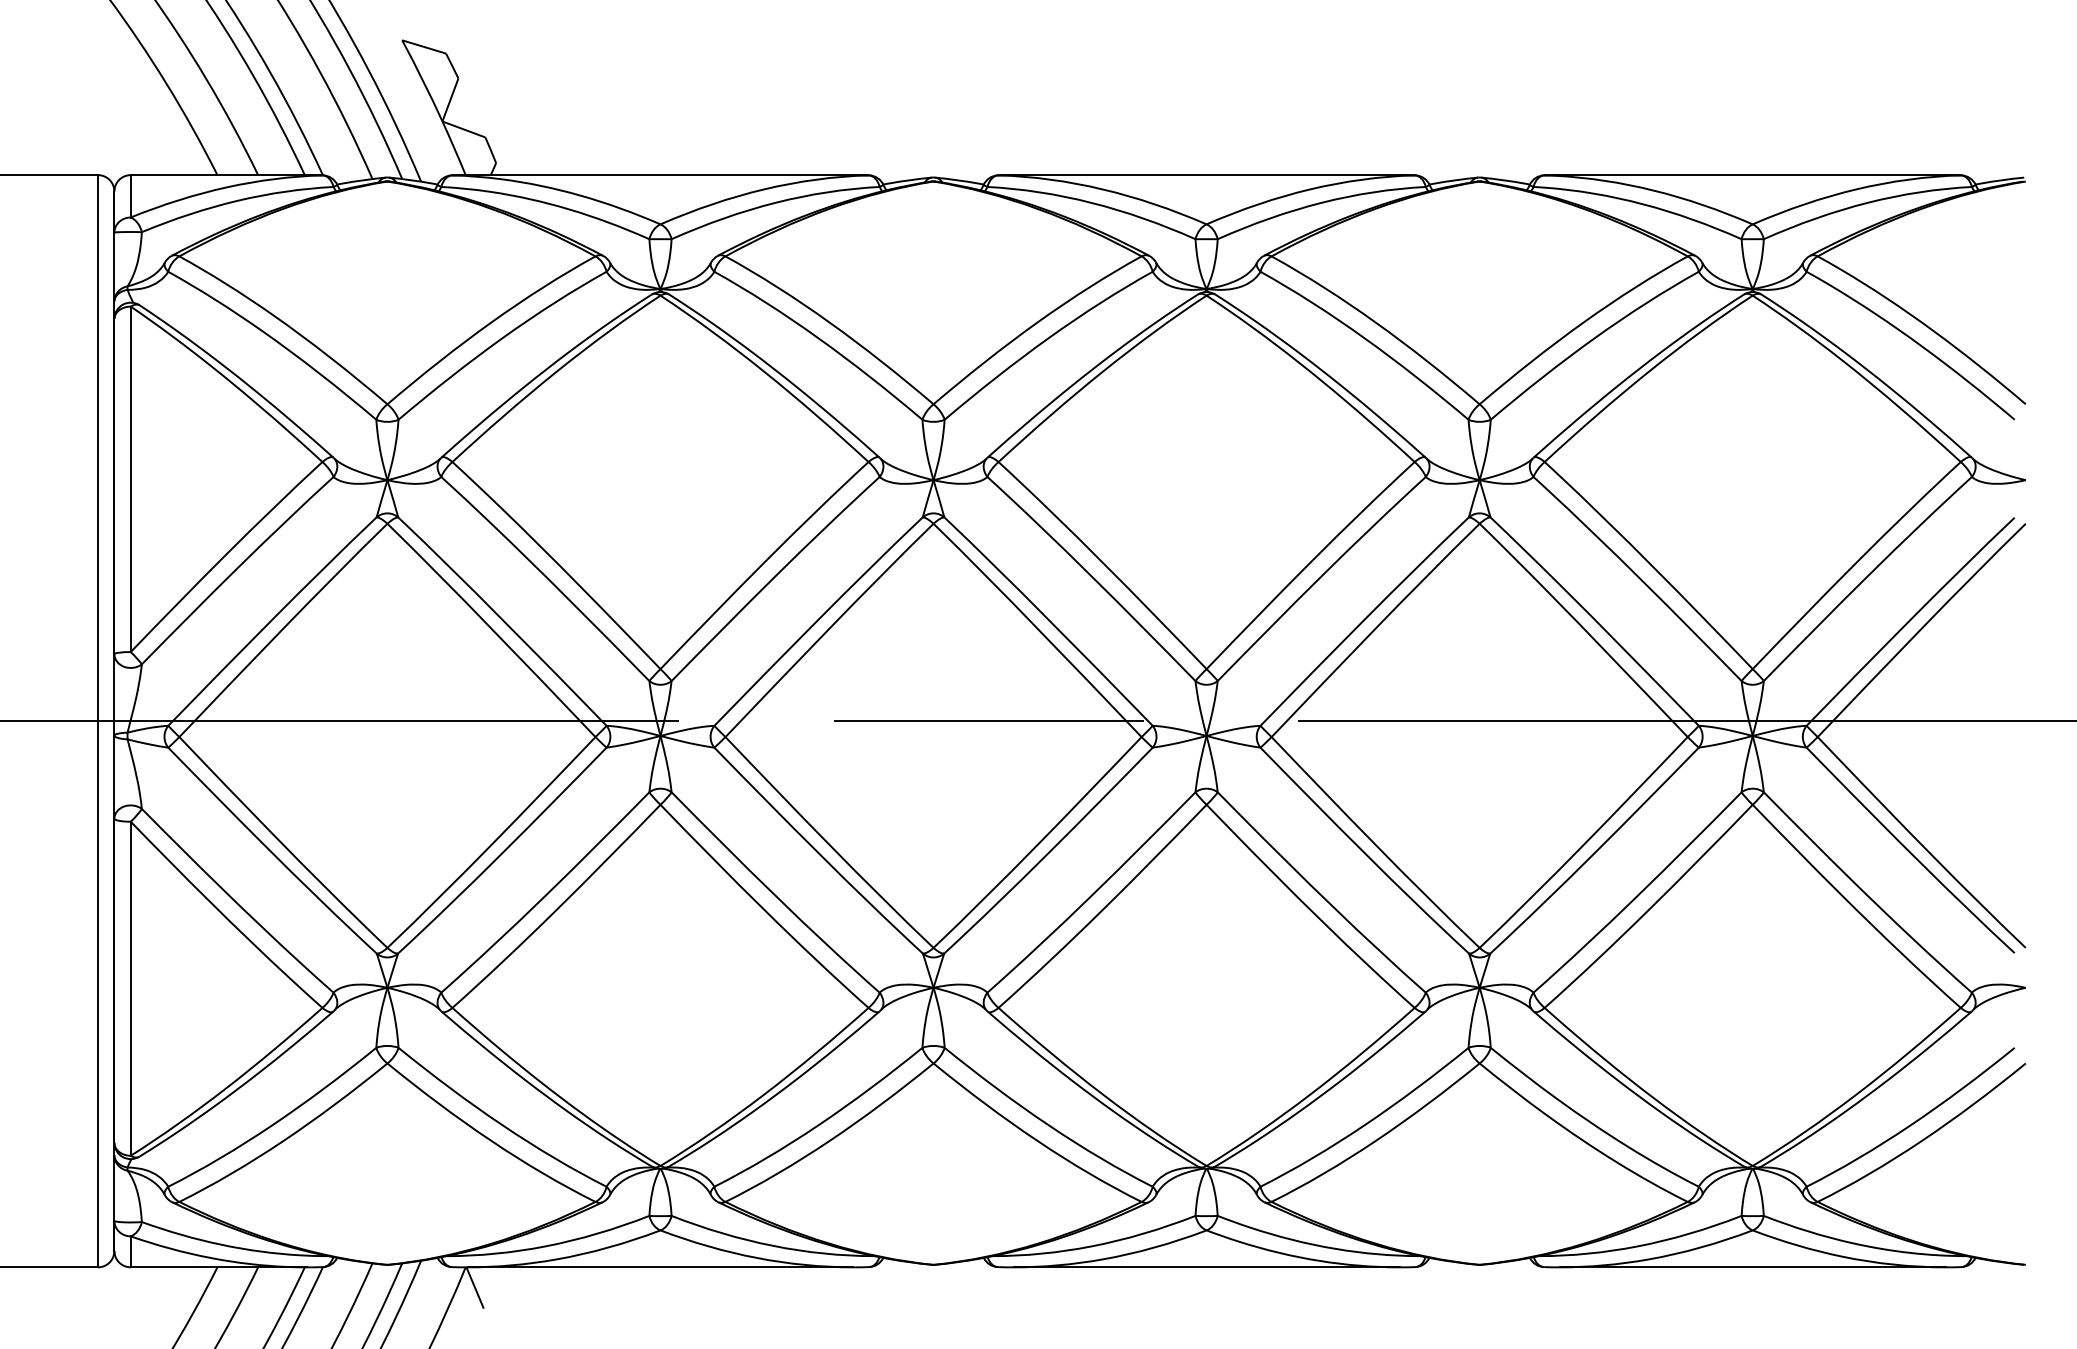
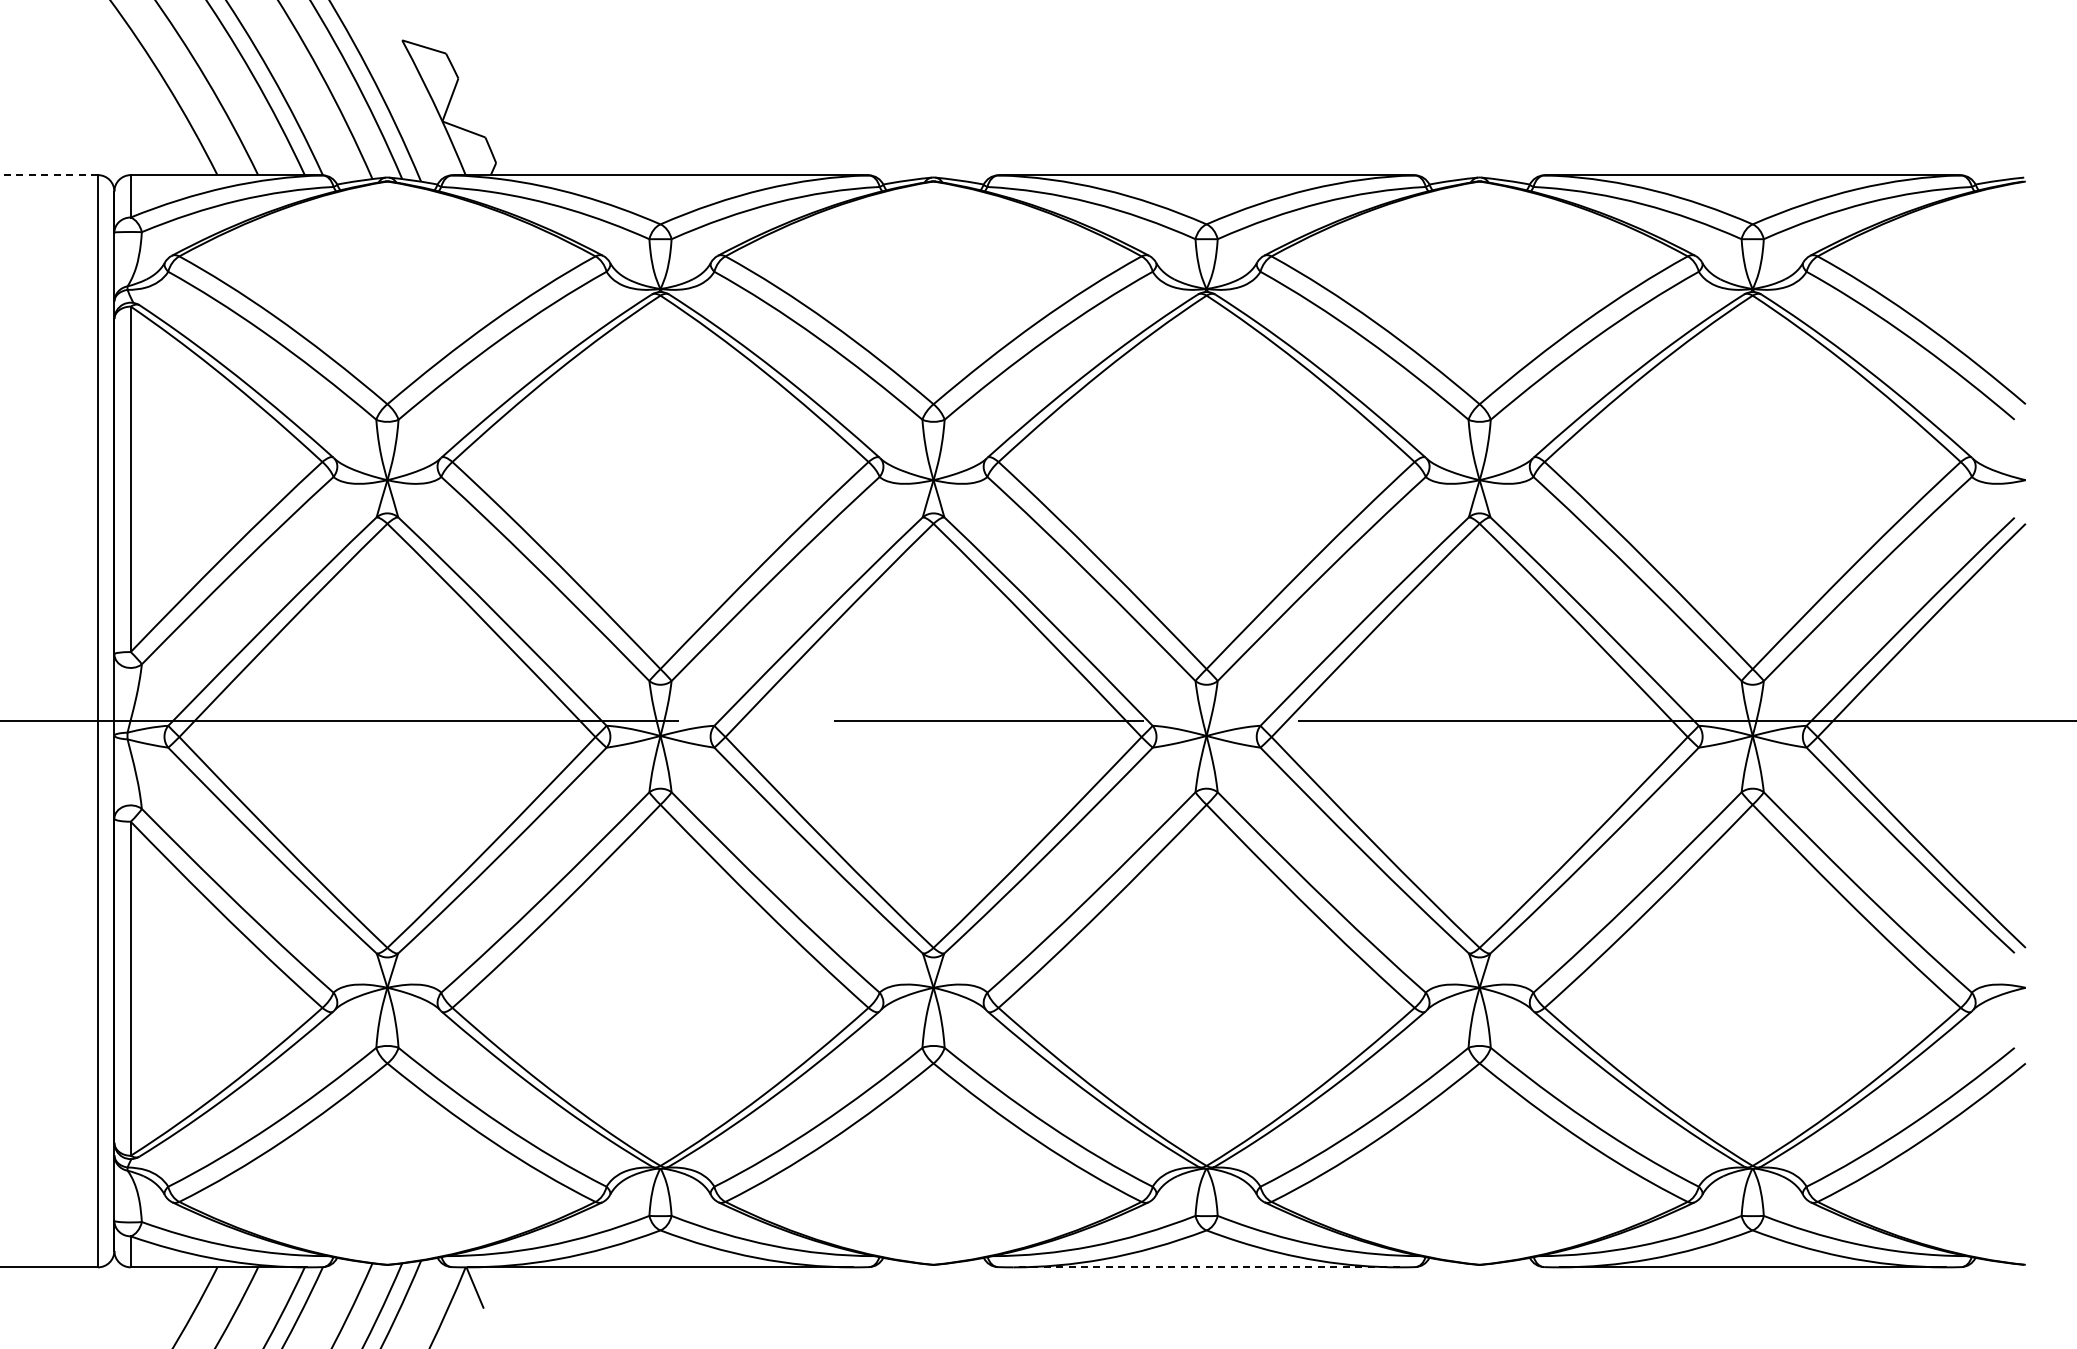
line at (49, 175): solid -> dashed
line at (1206, 1267): solid -> dashed
